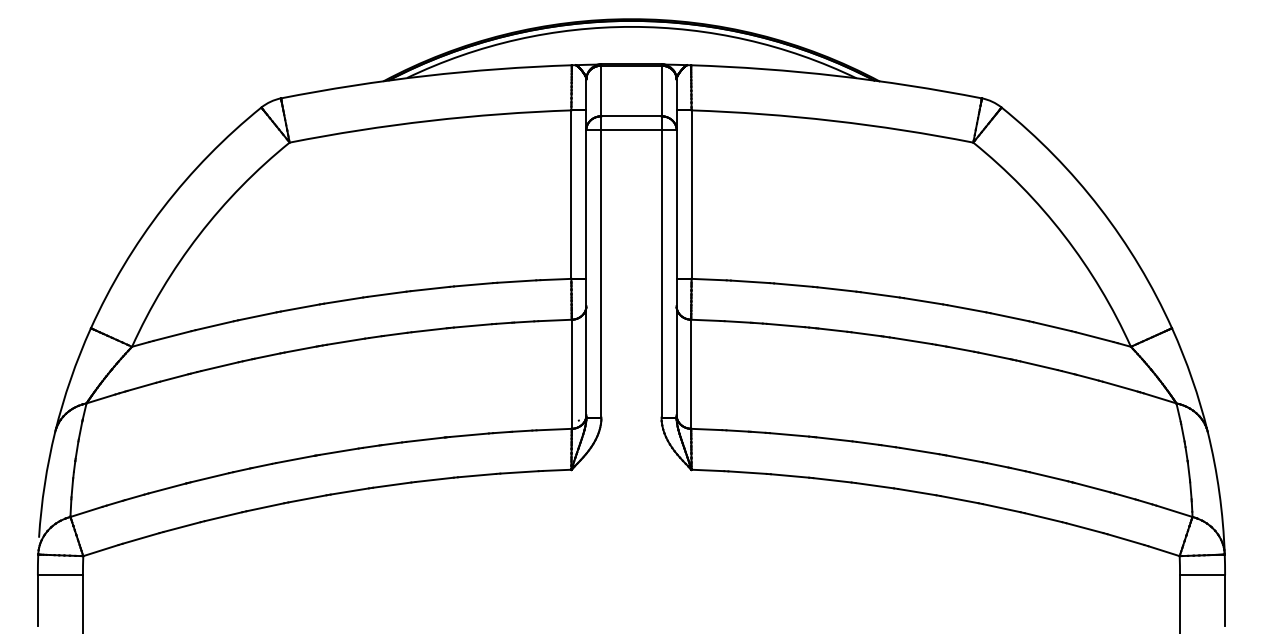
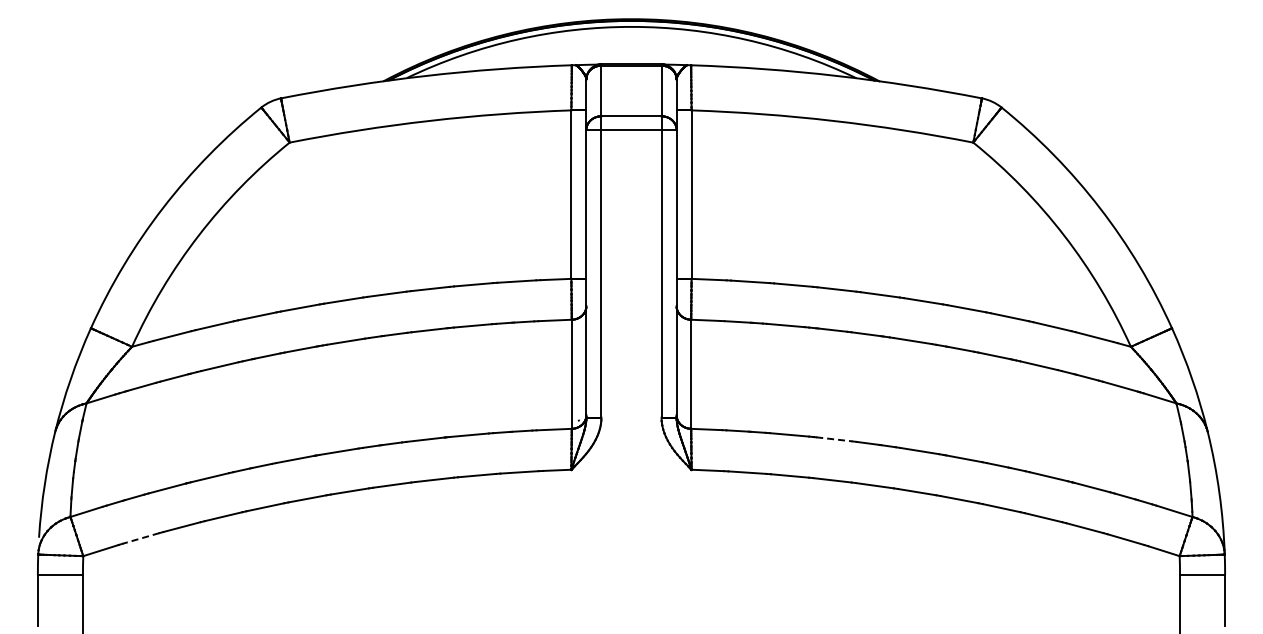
line at (834, 439): solid -> dashed
line at (140, 538): solid -> dashed
